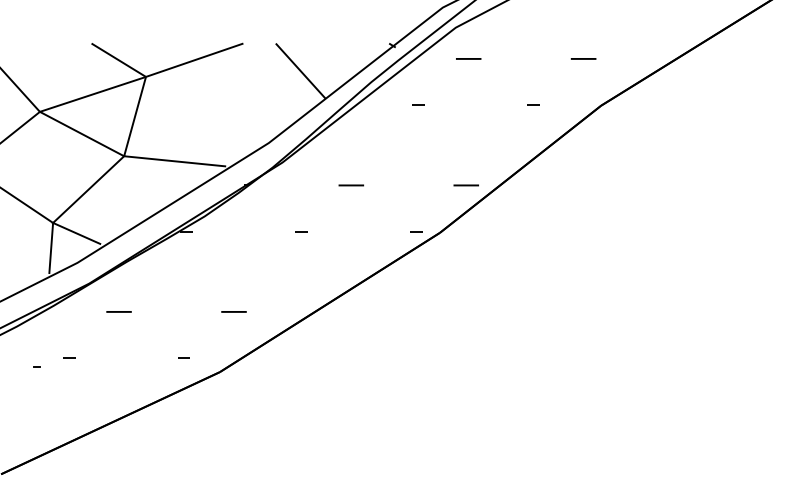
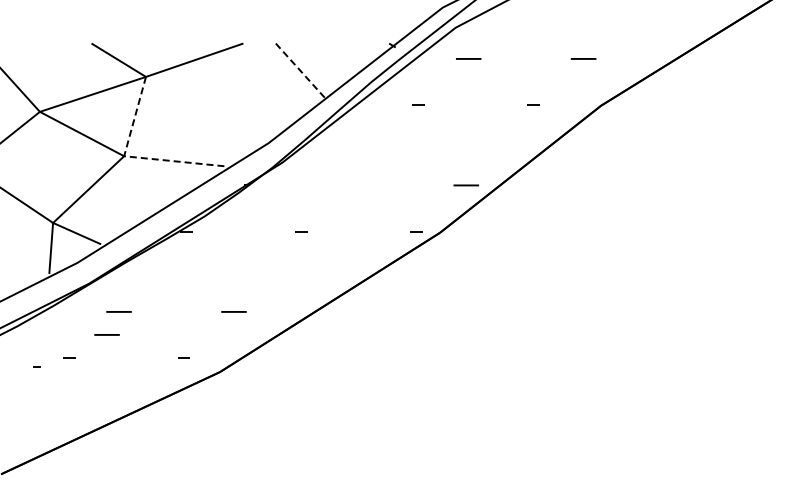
line at (301, 71): solid -> dashed
line at (134, 157): solid -> dashed
line at (351, 185): present -> none
line at (106, 334): none -> present
